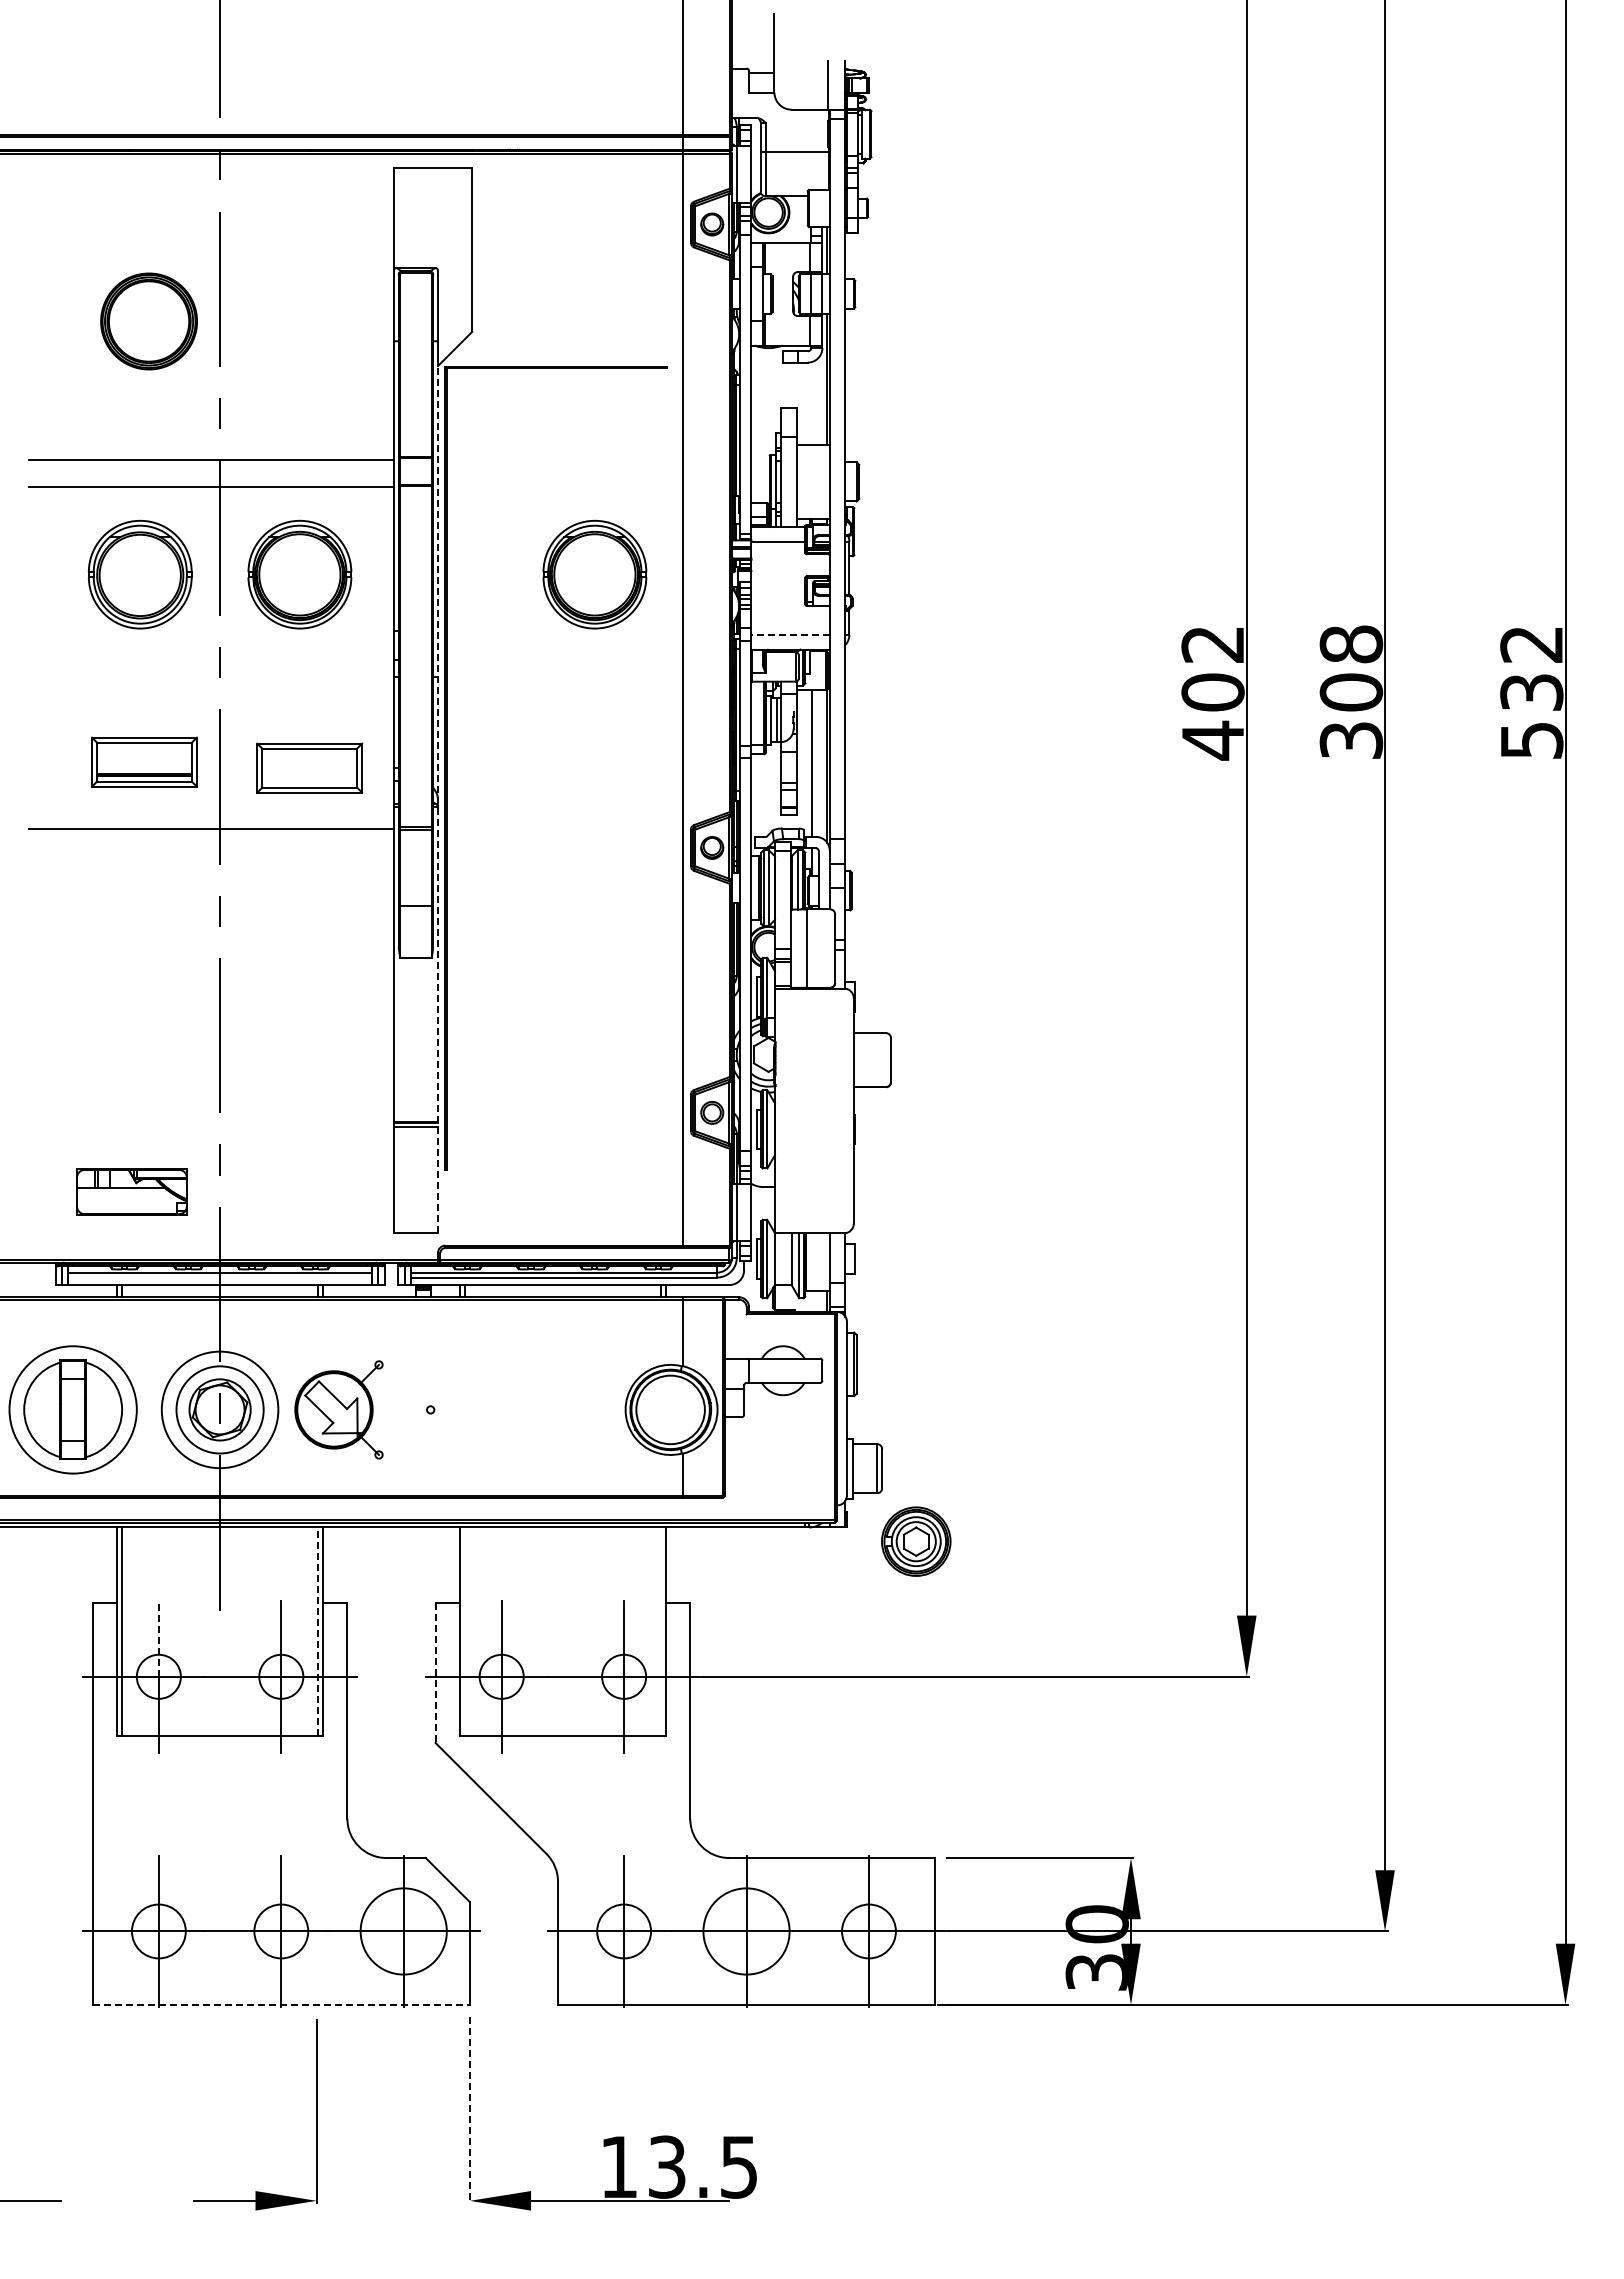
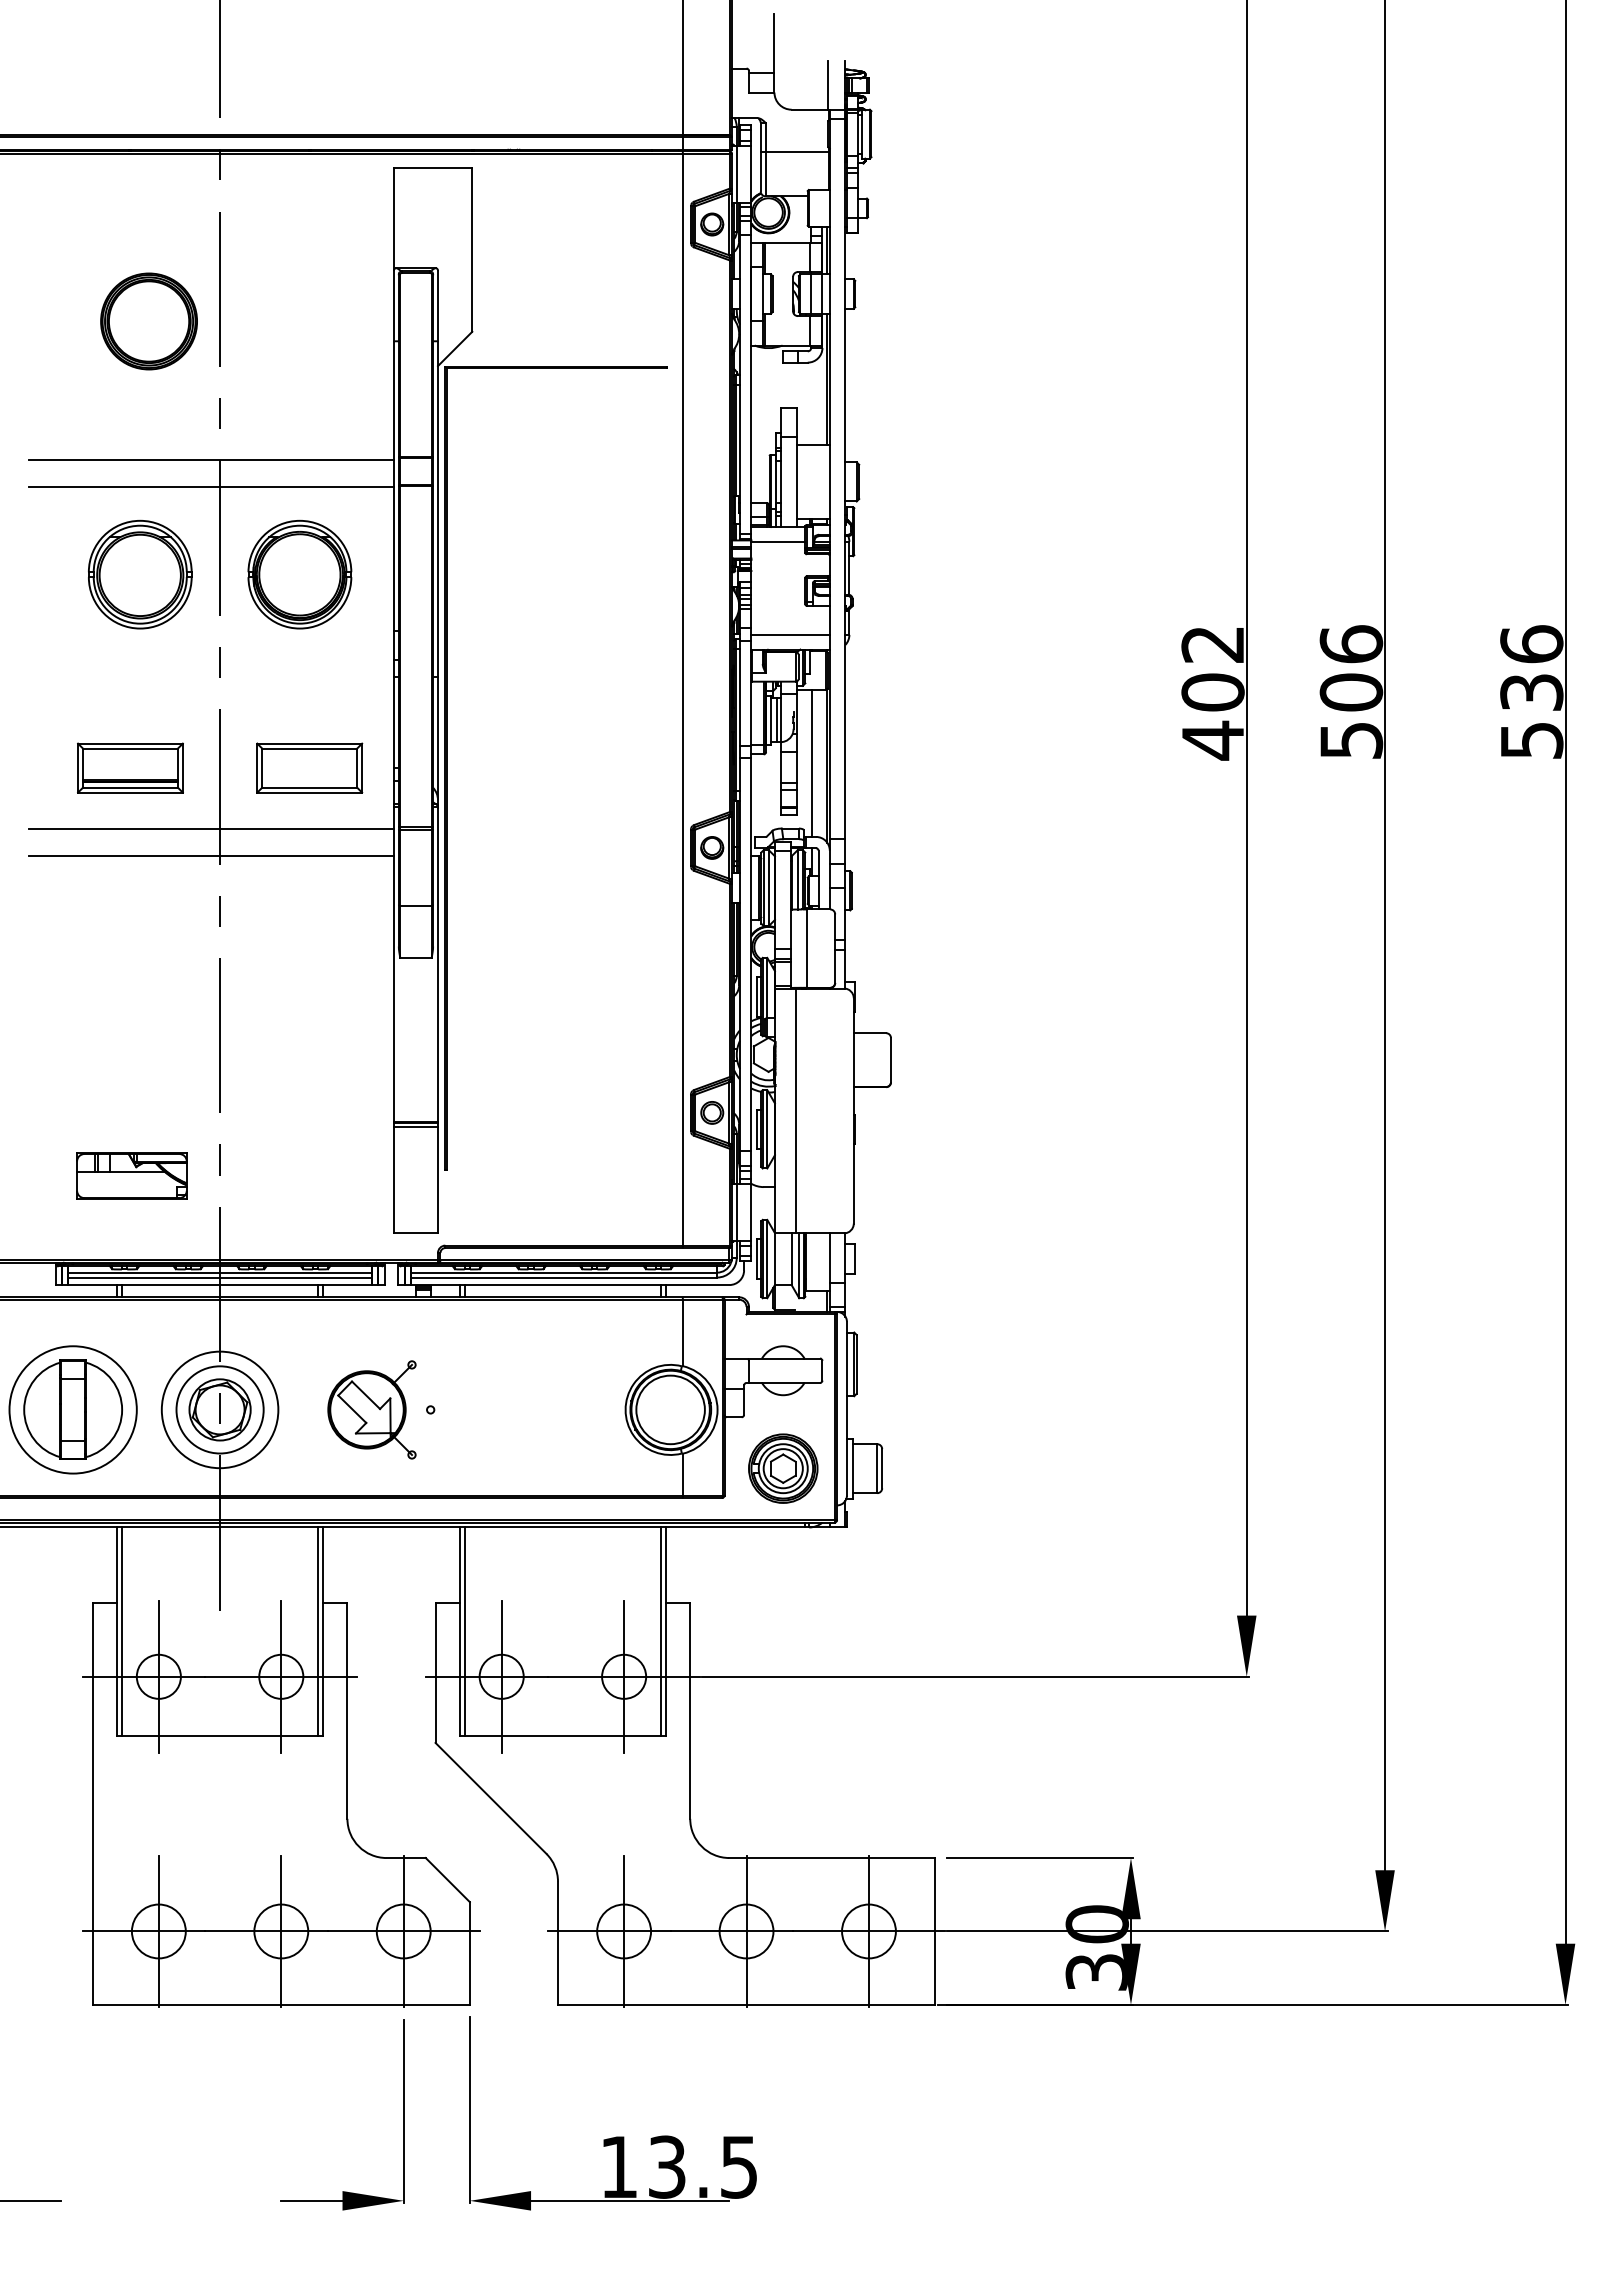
part at (594, 574): present -> none
line at (790, 634): dashed -> solid
text at (1531, 644): 532 -> 536
text at (1351, 691): 308 -> 506
part at (144, 761) position: (144, 761) -> (130, 767)
line at (438, 798): dashed -> solid
line at (211, 856): none -> present
line at (796, 1110): none -> present
part at (131, 1191) position: (131, 1191) -> (131, 1175)
line at (219, 1277): none -> present
part at (338, 1409) position: (338, 1409) -> (371, 1409)
part at (916, 1541) position: (916, 1541) -> (783, 1468)
line at (318, 1631): dashed -> solid
line at (464, 1631): none -> present
line at (660, 1631): none -> present
line at (158, 1638): dashed -> solid
line at (435, 1673): dashed -> solid
circle at (403, 1931) diameter: 86 px -> 54 px
circle at (746, 1931) diameter: 86 px -> 54 px
line at (281, 2004): dashed -> solid
line at (469, 2110): dashed -> solid
part at (316, 2114) position: (316, 2114) -> (403, 2114)
